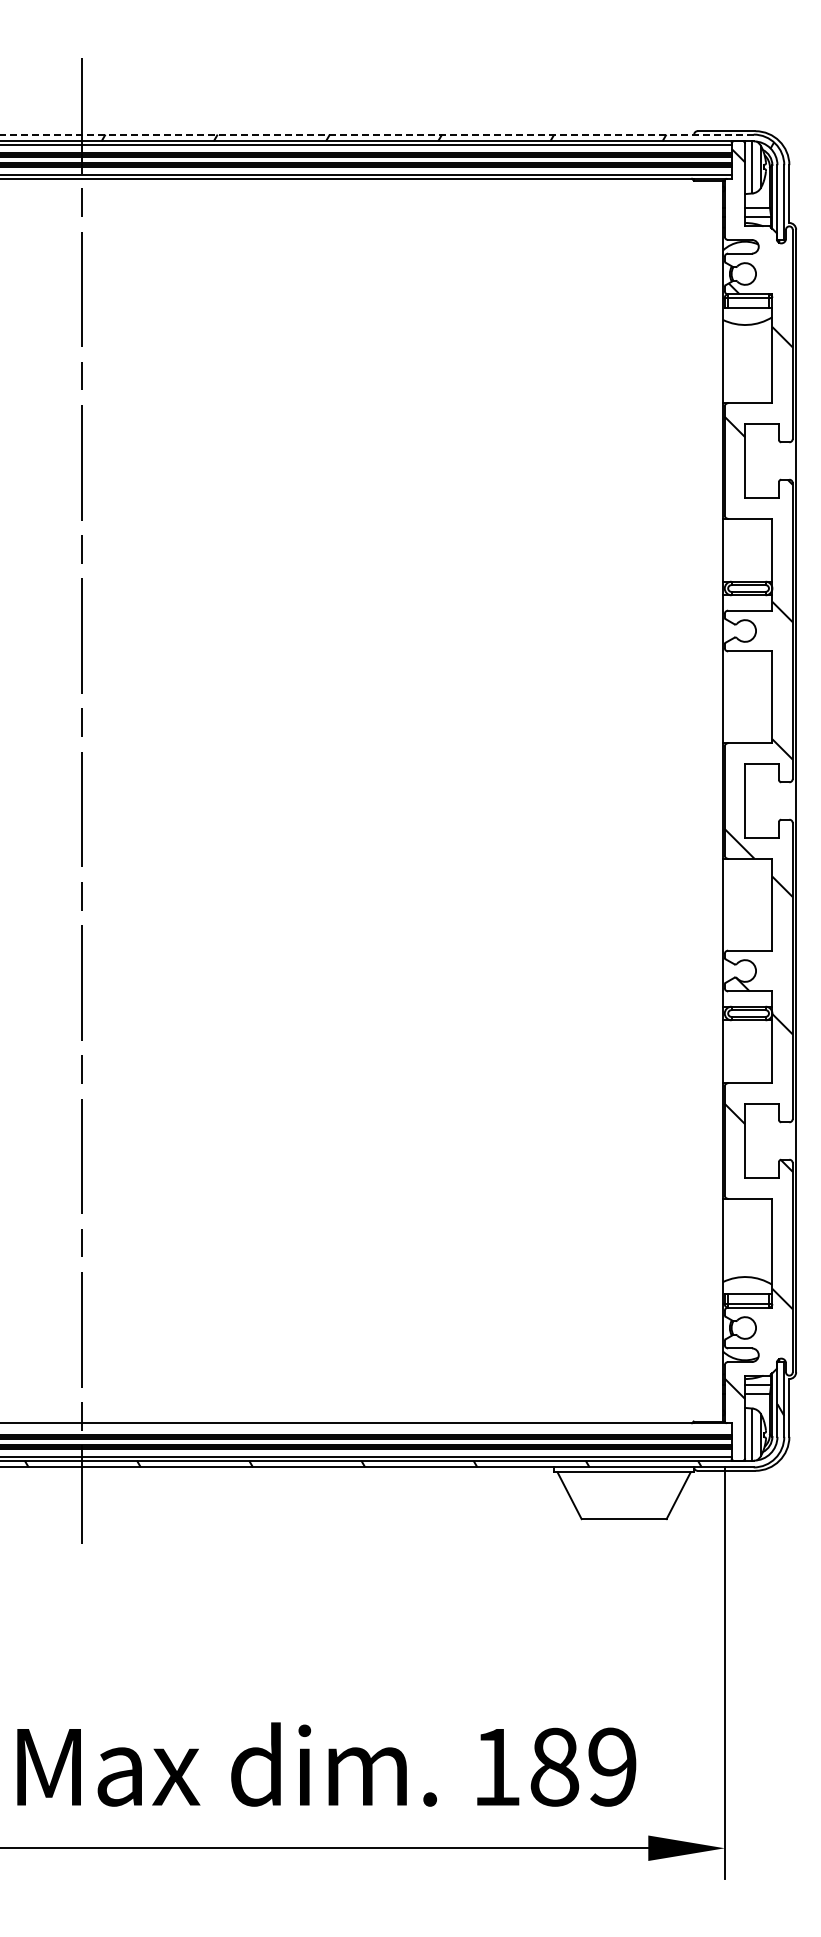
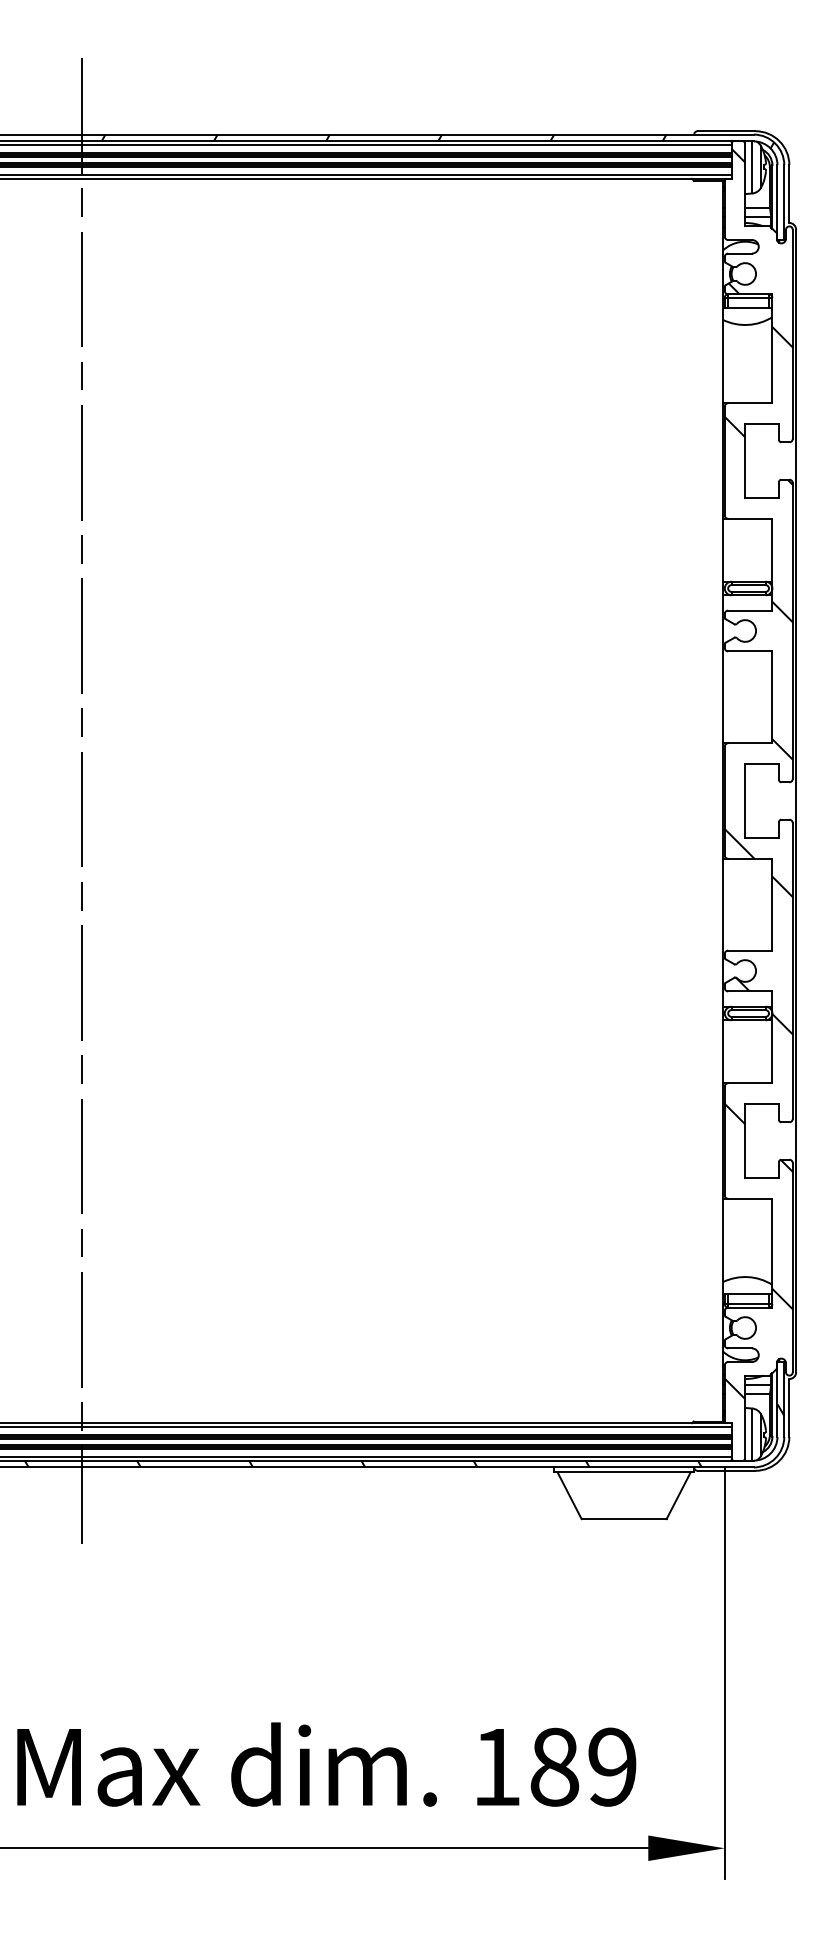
line at (376, 134): dashed -> solid
line at (366, 1426): none -> present
